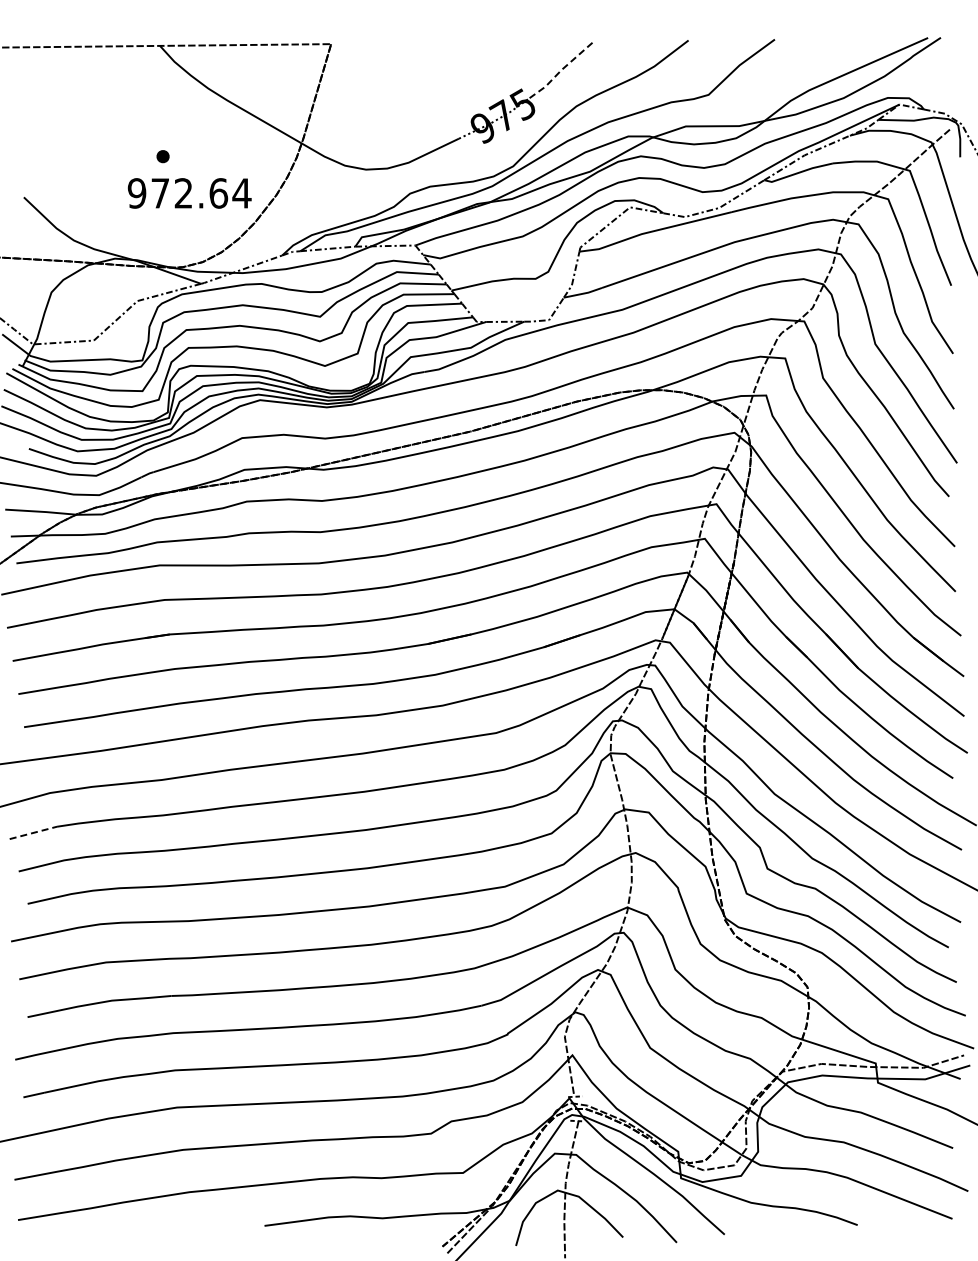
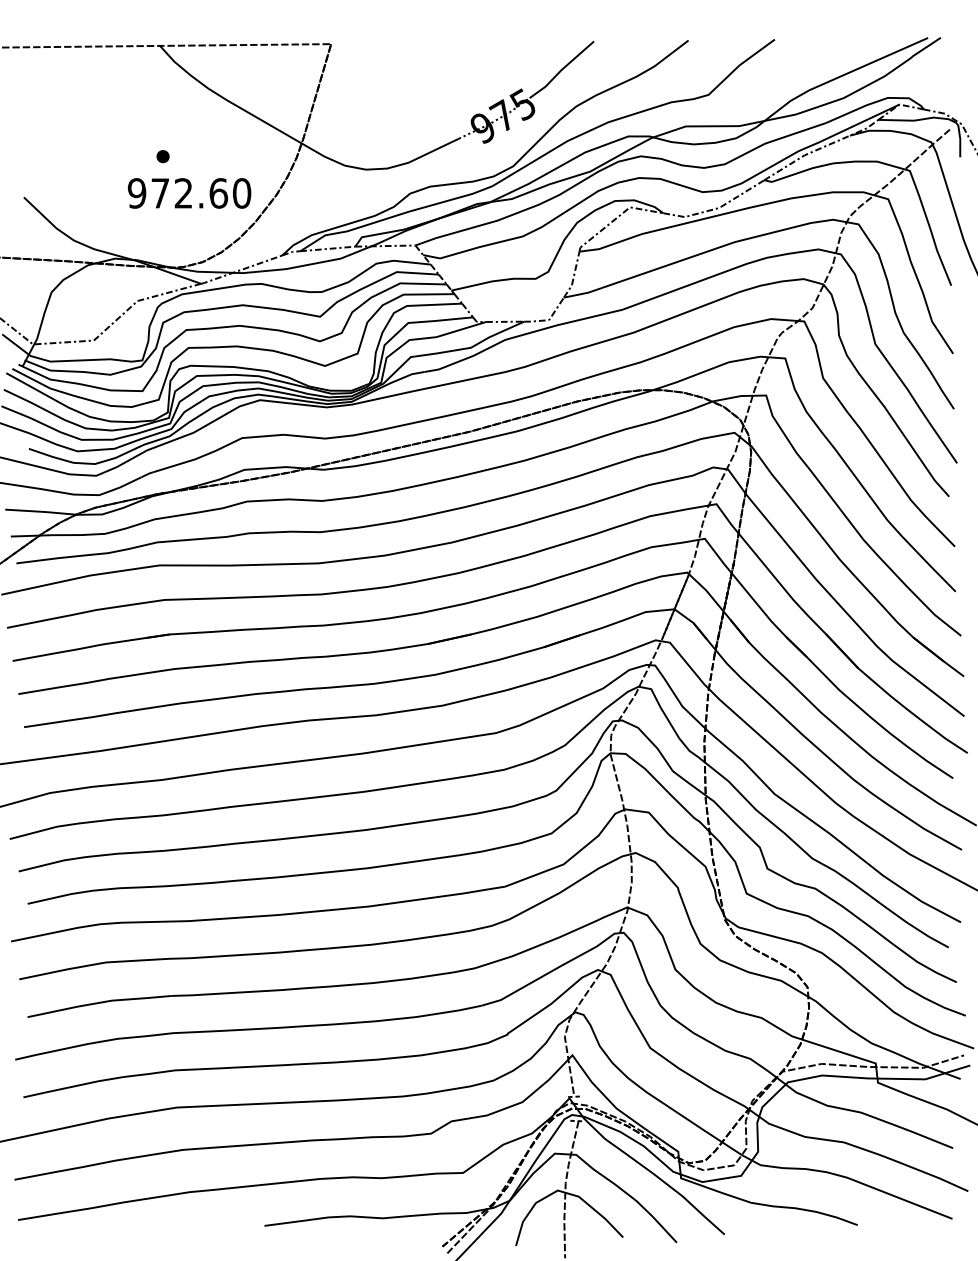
line at (561, 70): dashed -> solid
text at (241, 193): 972.64 -> 972.60
line at (33, 832): dashed -> solid
